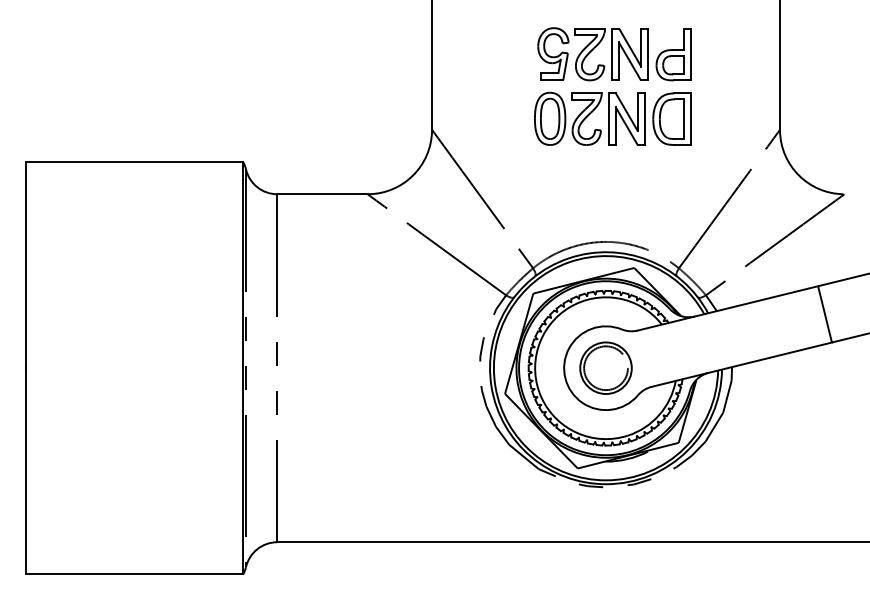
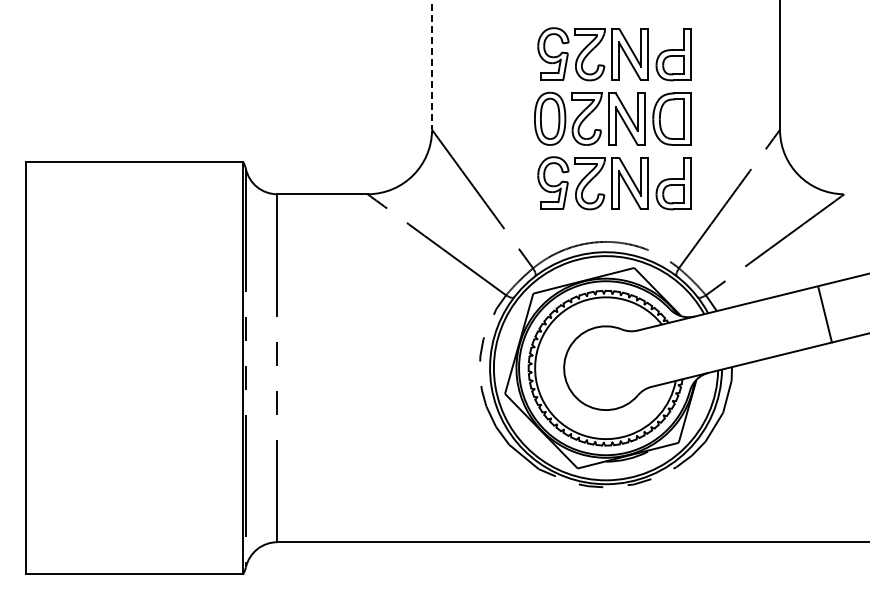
line at (432, 65): solid -> dashed
part at (614, 183): none -> present
part at (605, 367): present -> none
